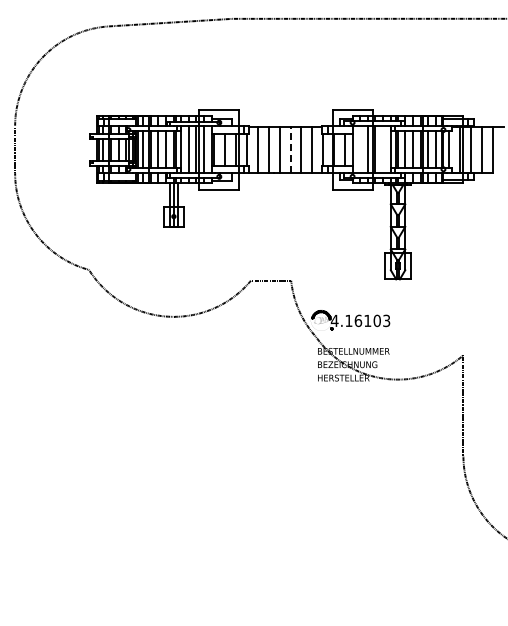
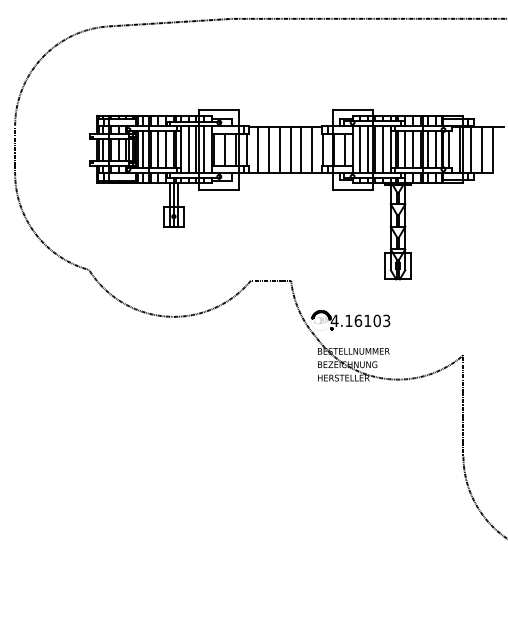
line at (290, 149): dashed -> solid
line at (359, 149): none -> present
line at (383, 149): none -> present
